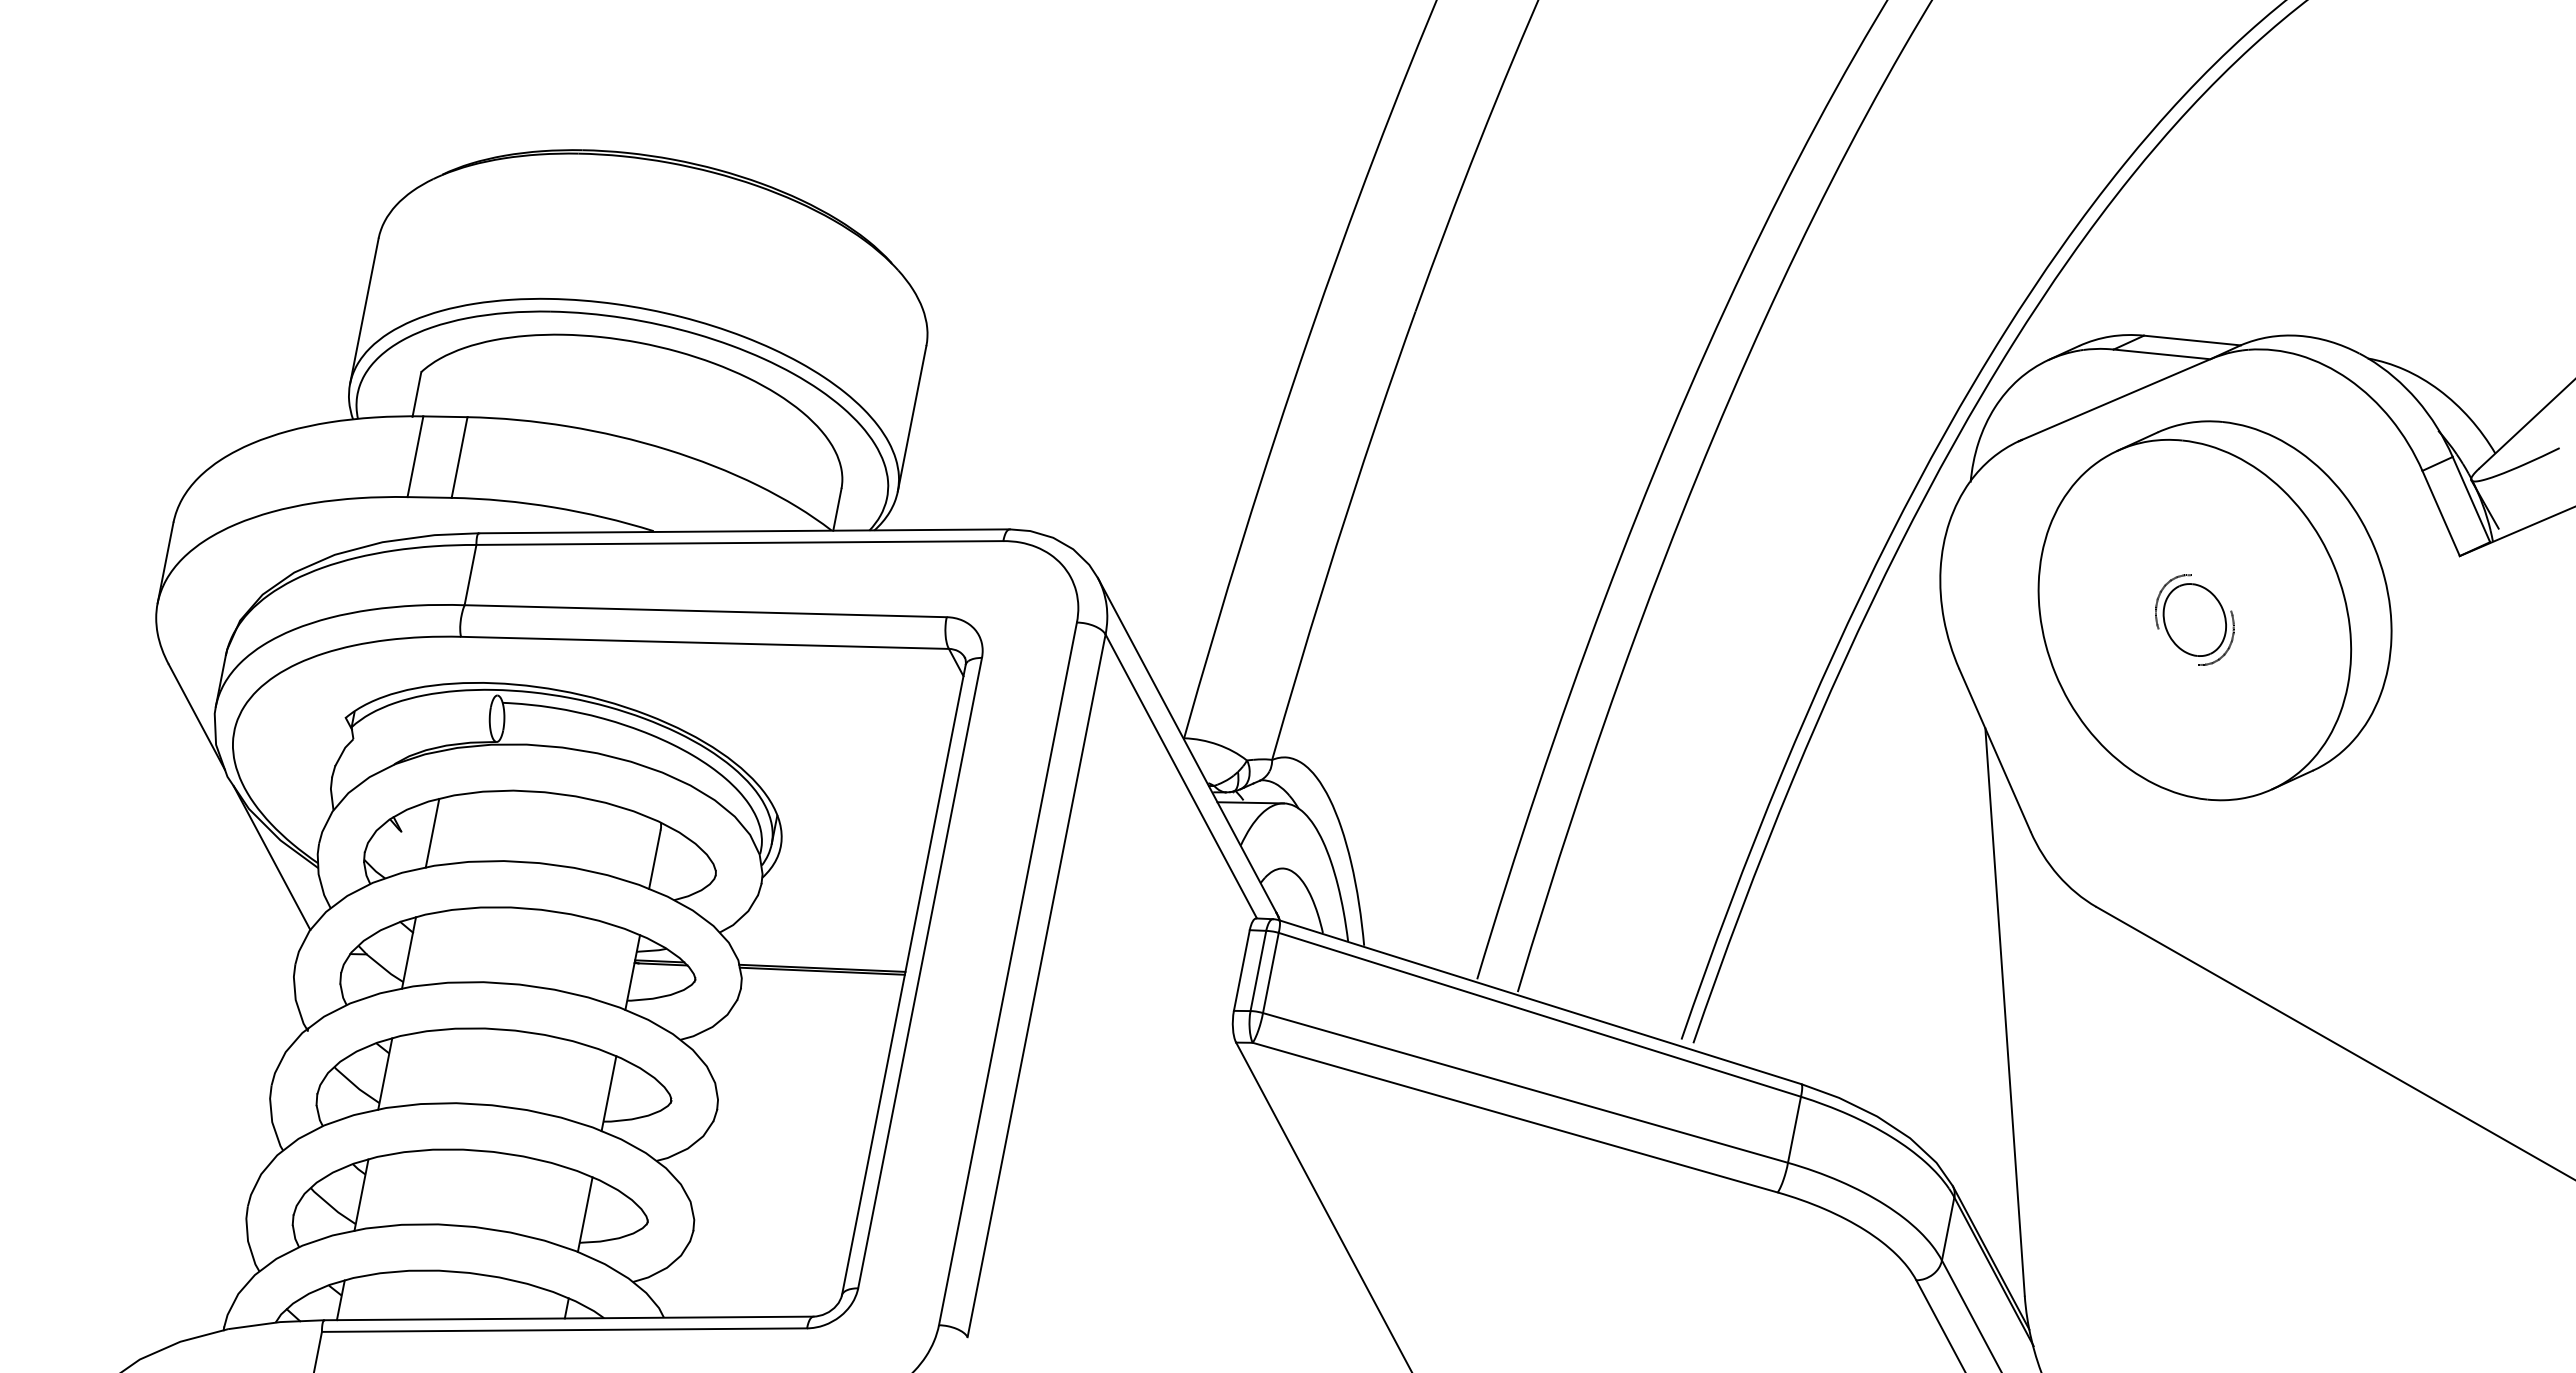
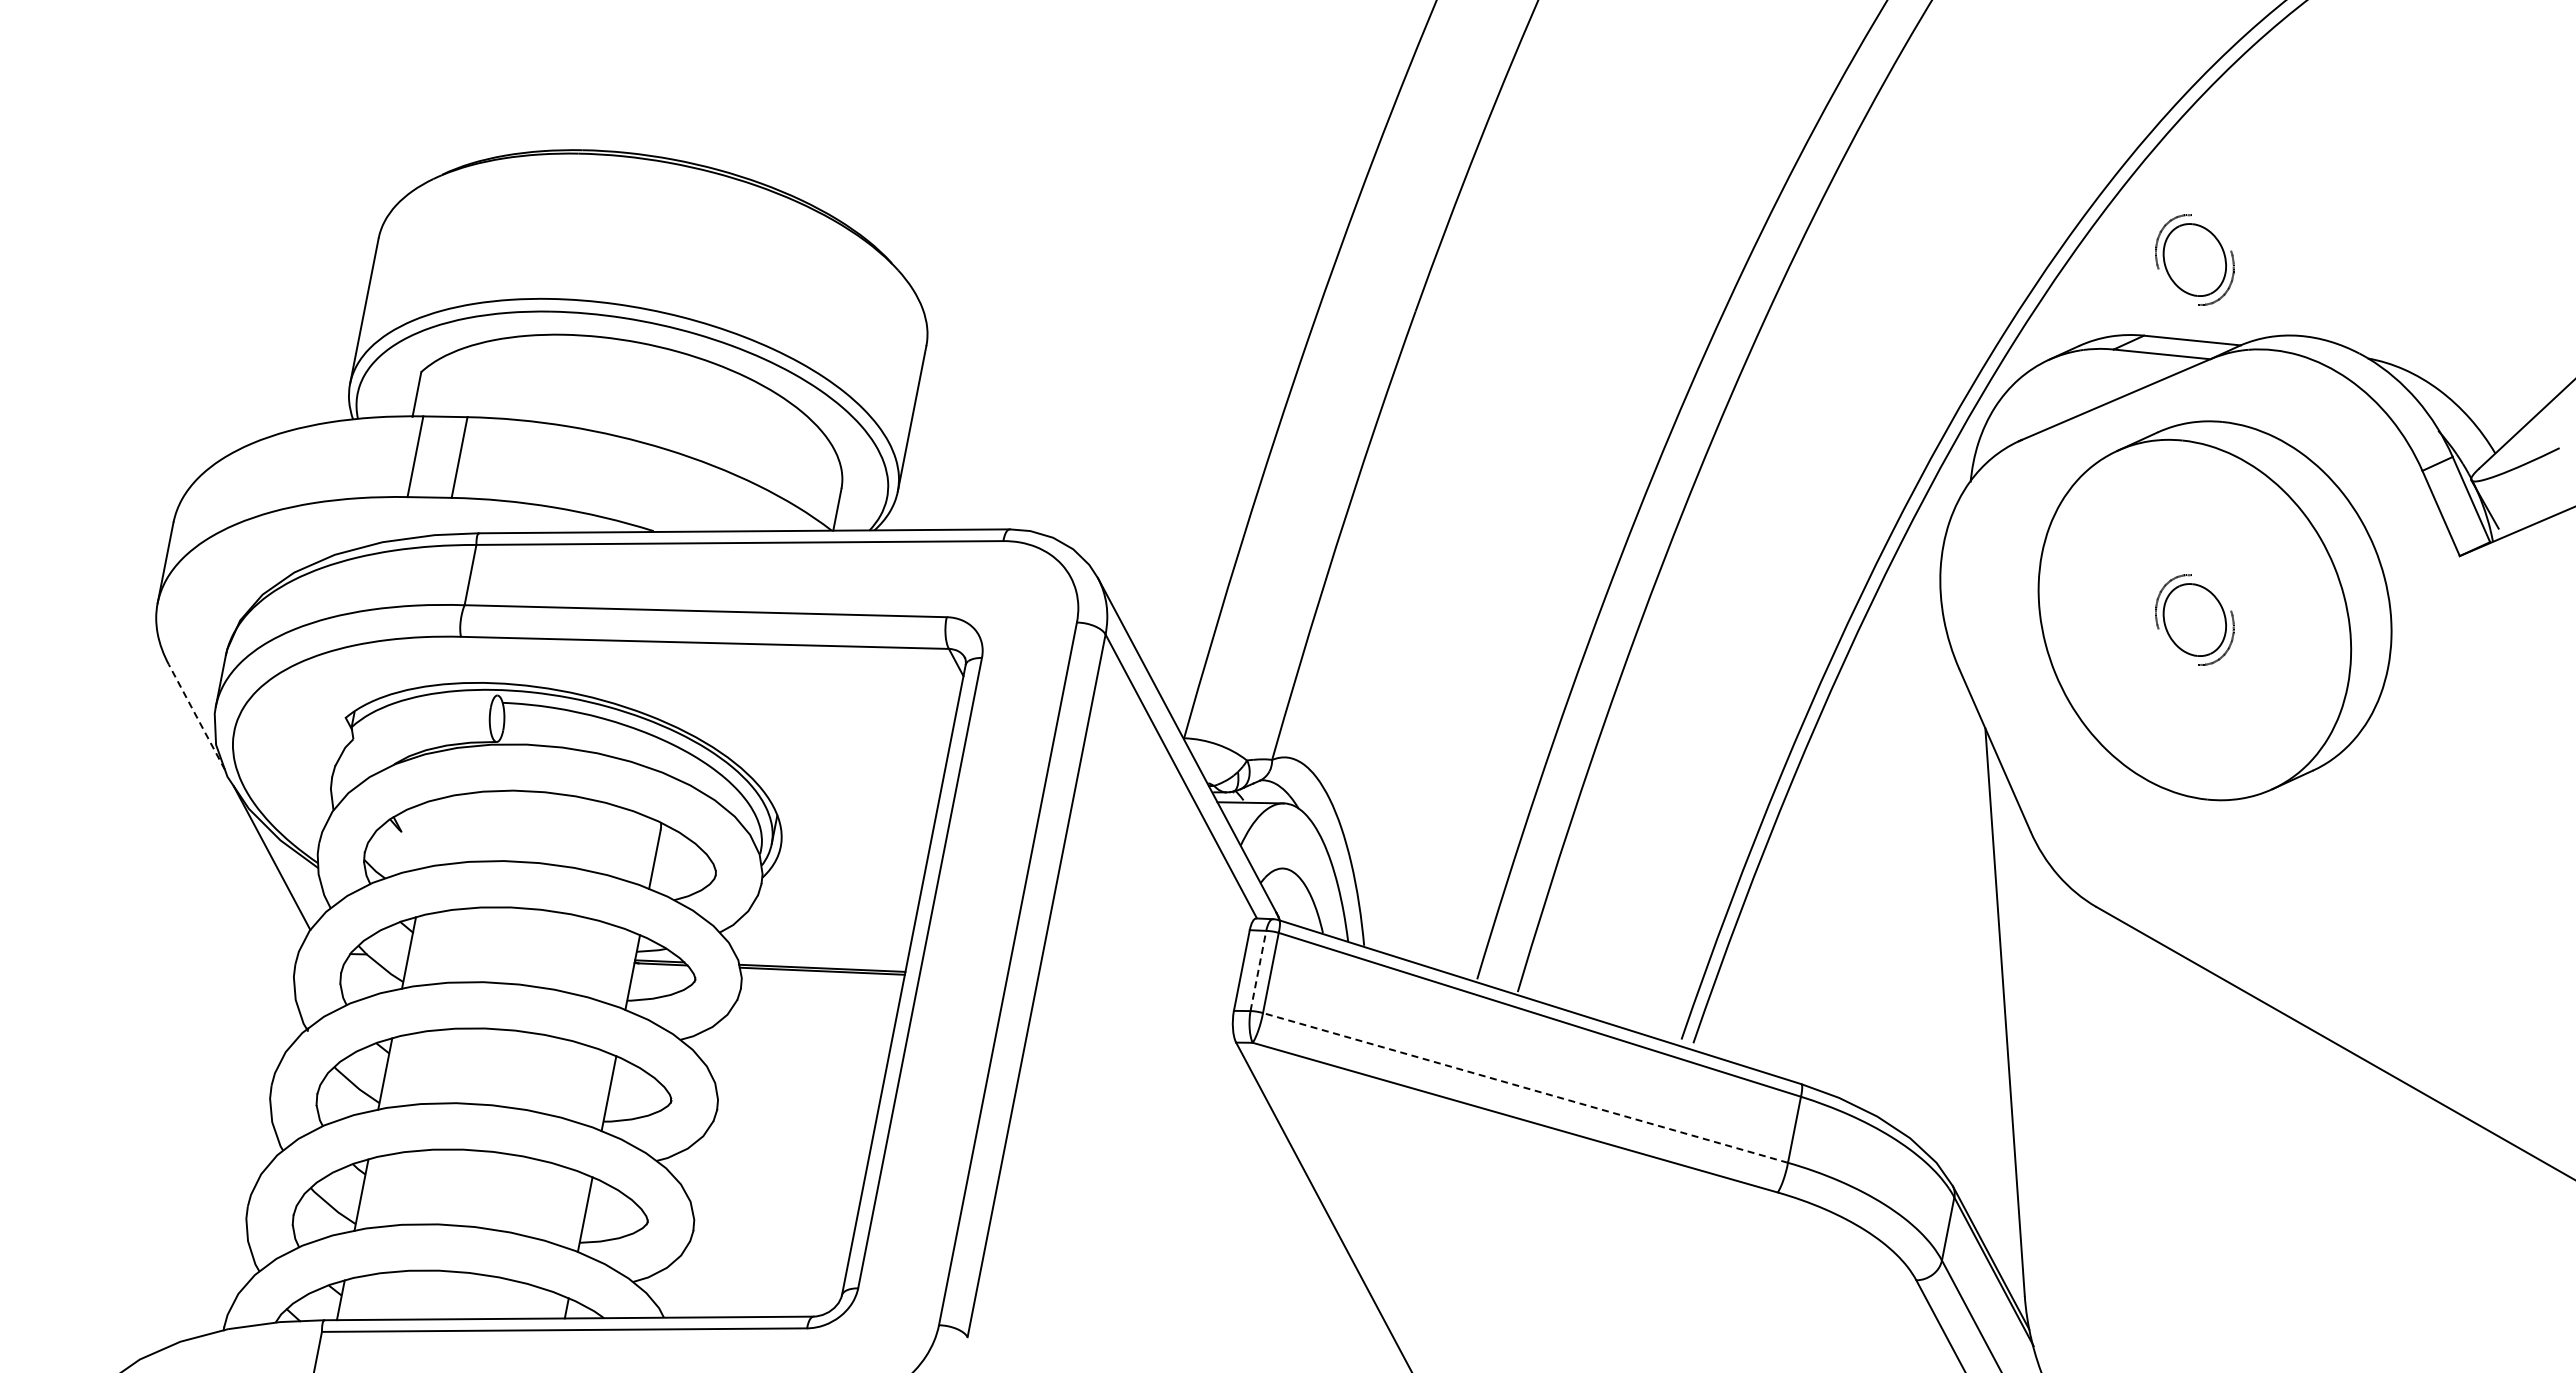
part at (2194, 259): none -> present
line at (196, 717): solid -> dashed
line at (432, 833): present -> none
line at (1258, 970): solid -> dashed
line at (1525, 1087): solid -> dashed
